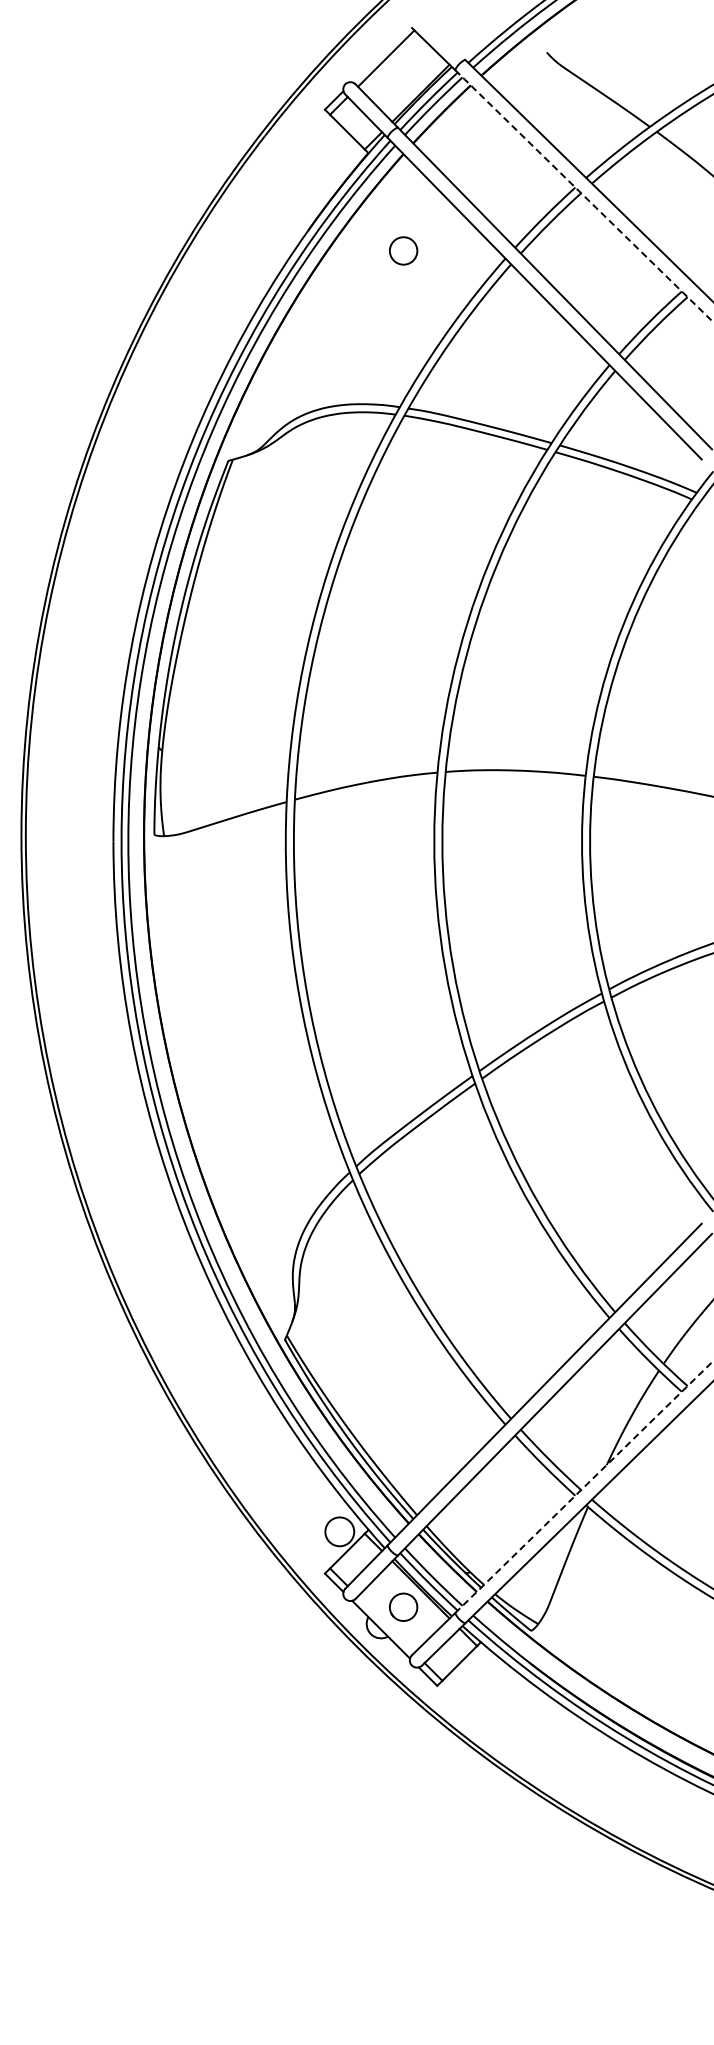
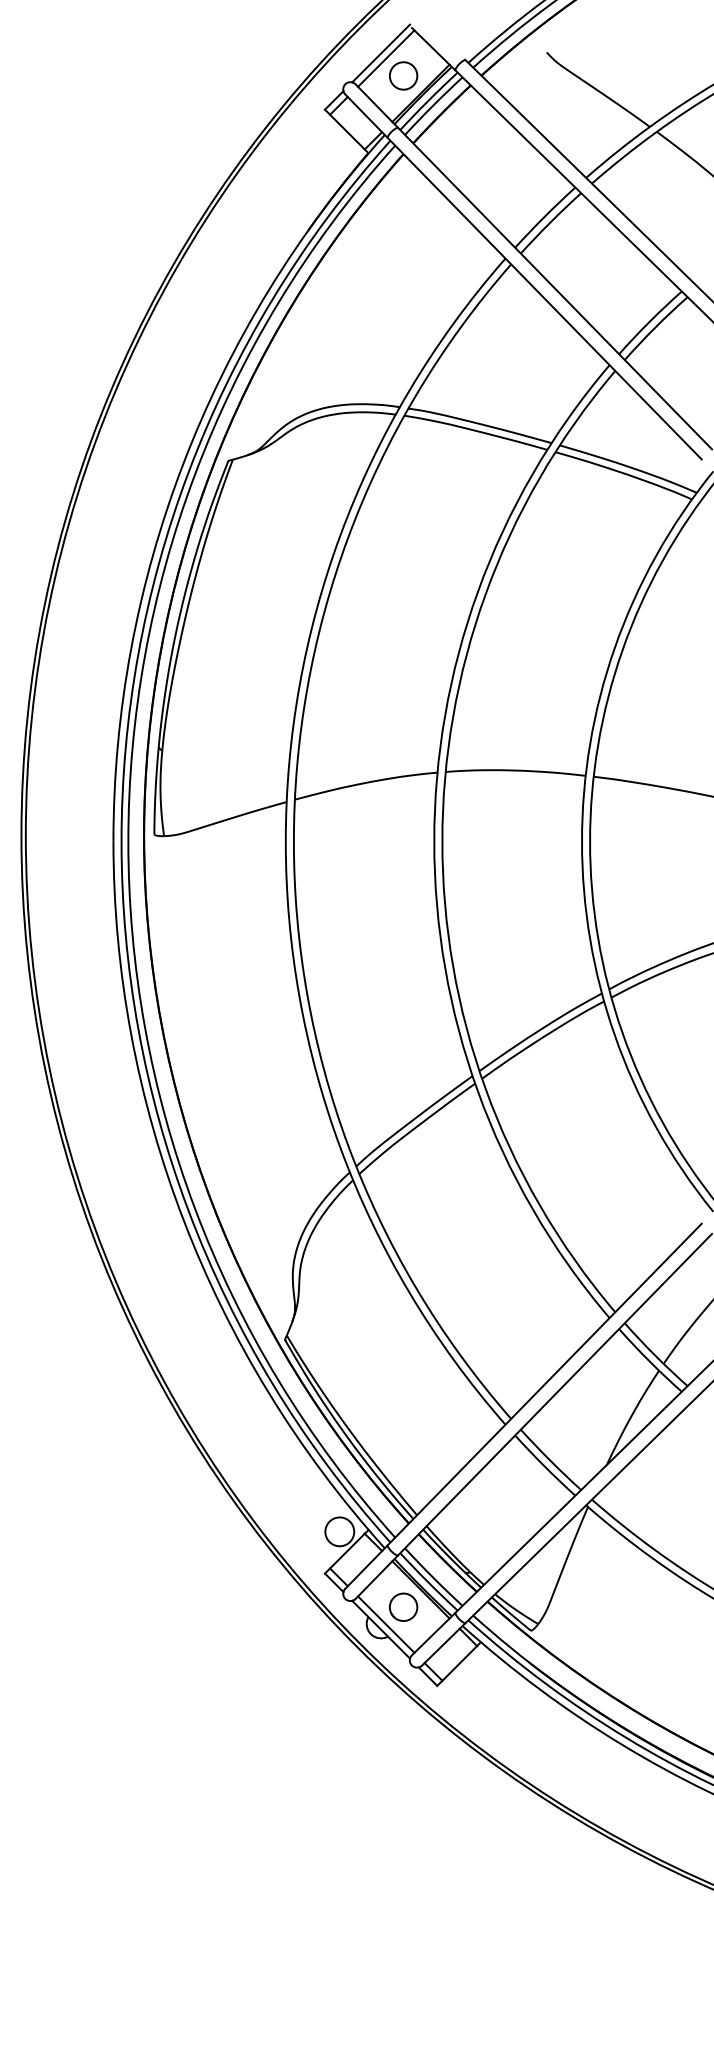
line at (381, 53): none -> present
line at (584, 196): dashed -> solid
circle at (403, 250) position: (403, 250) -> (403, 75)
line at (584, 1486): dashed -> solid
line at (386, 1624): none -> present
